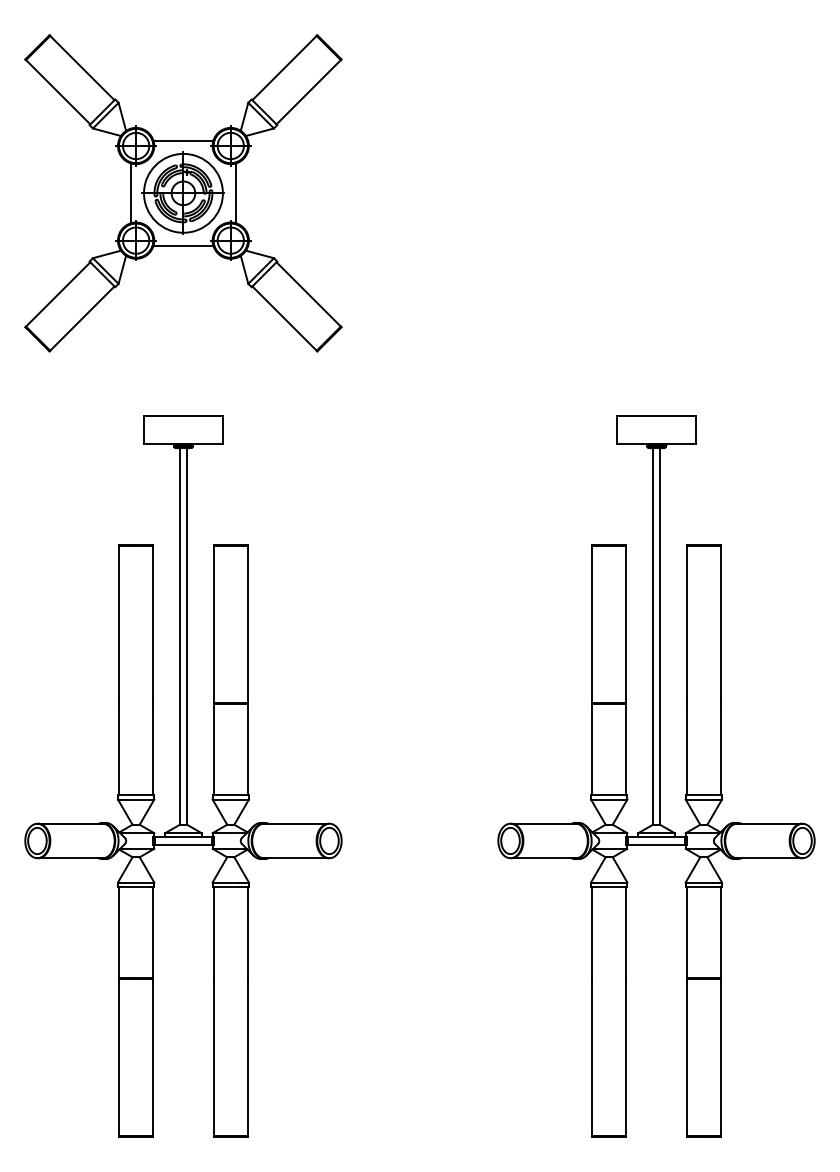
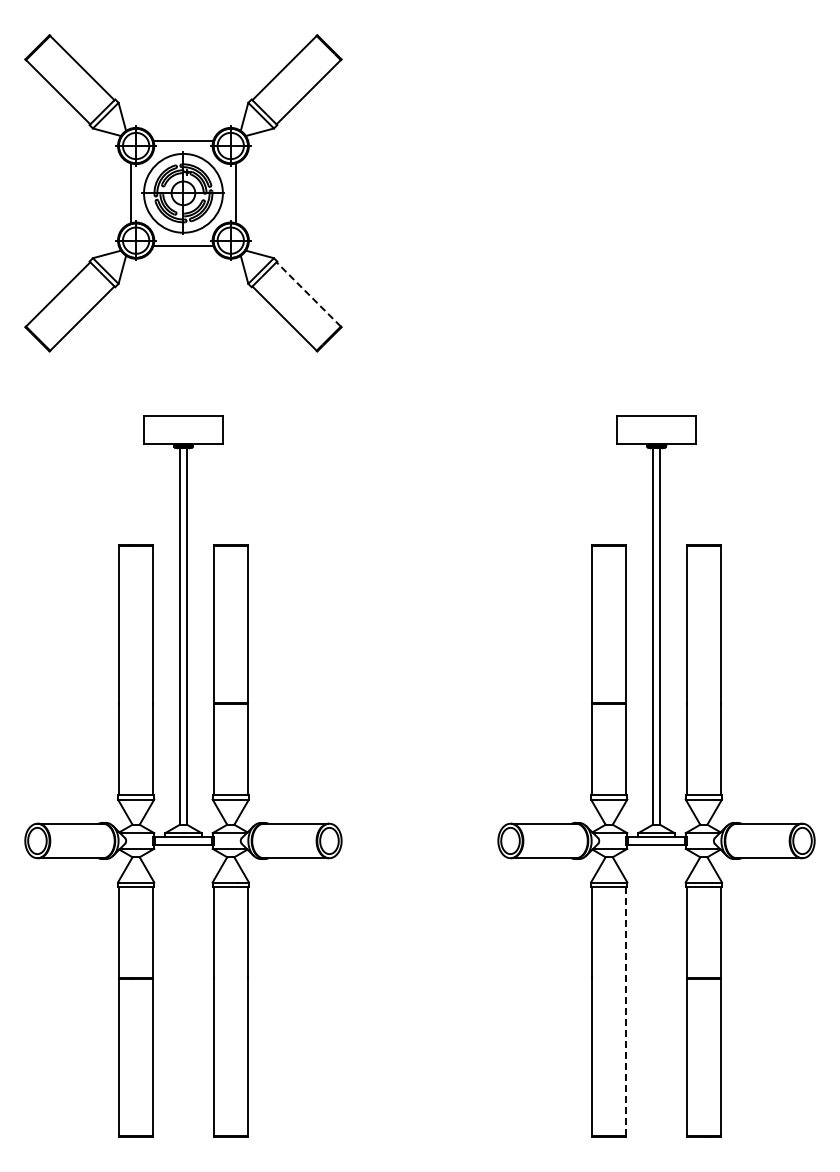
line at (308, 294): solid -> dashed
line at (626, 1011): solid -> dashed
